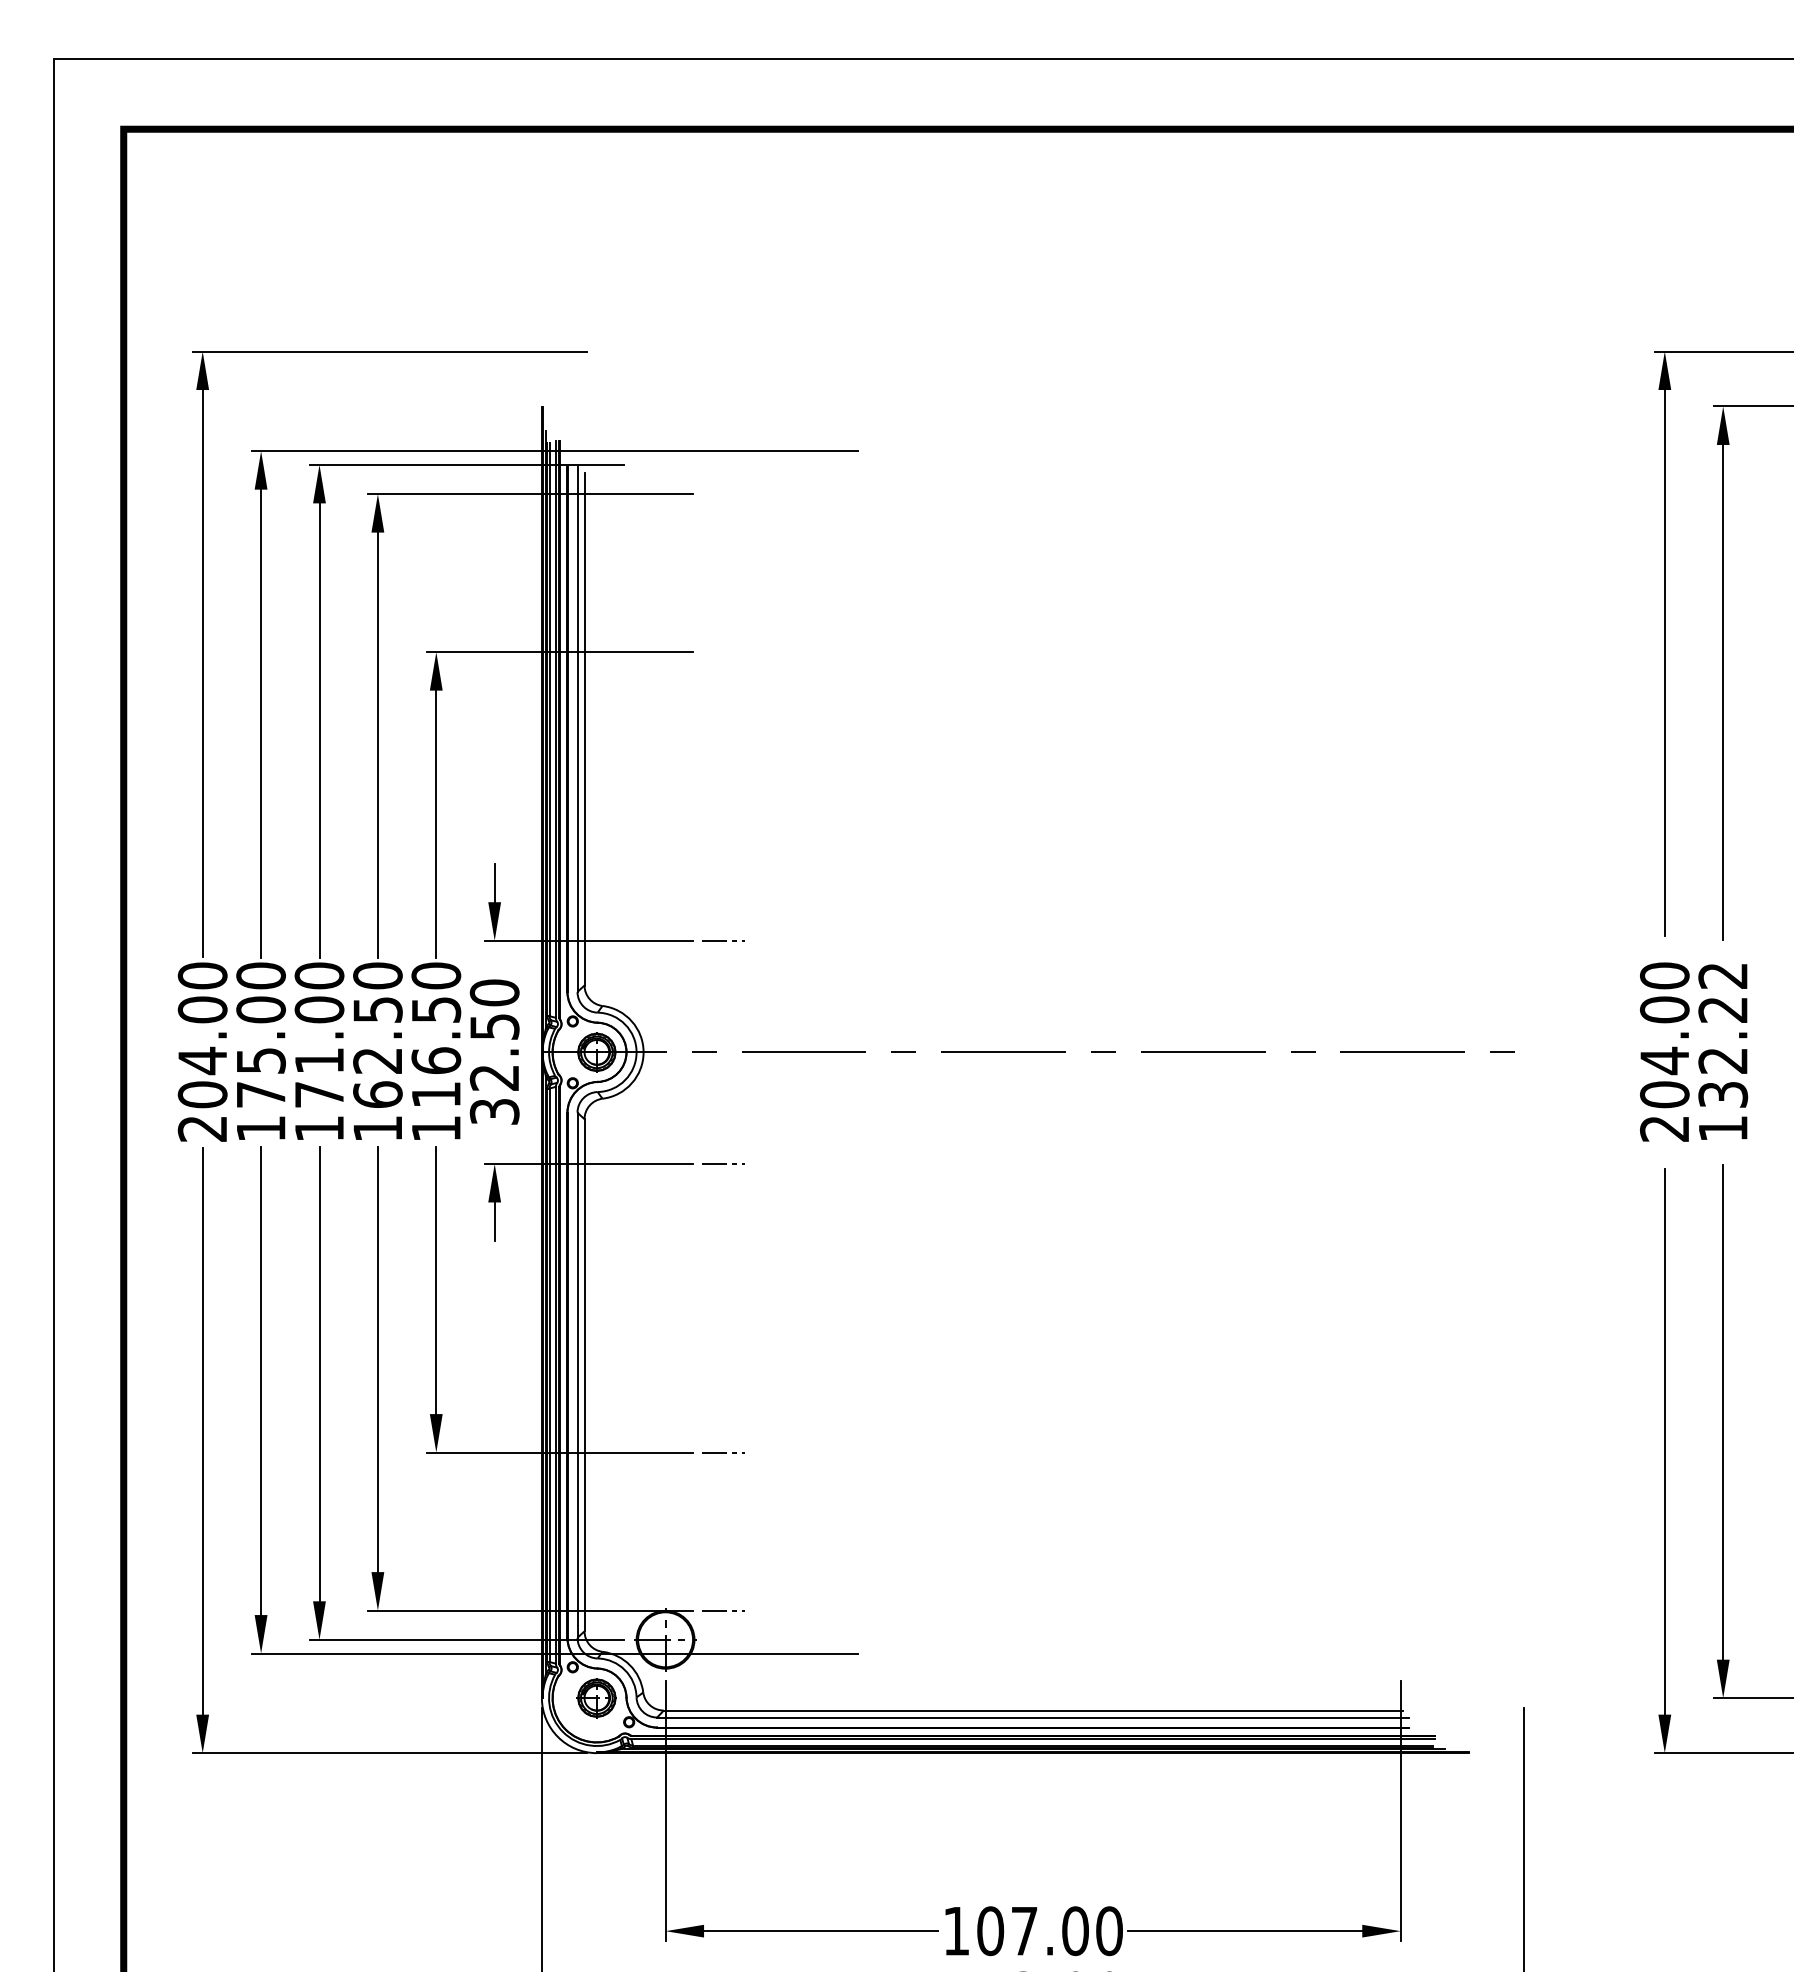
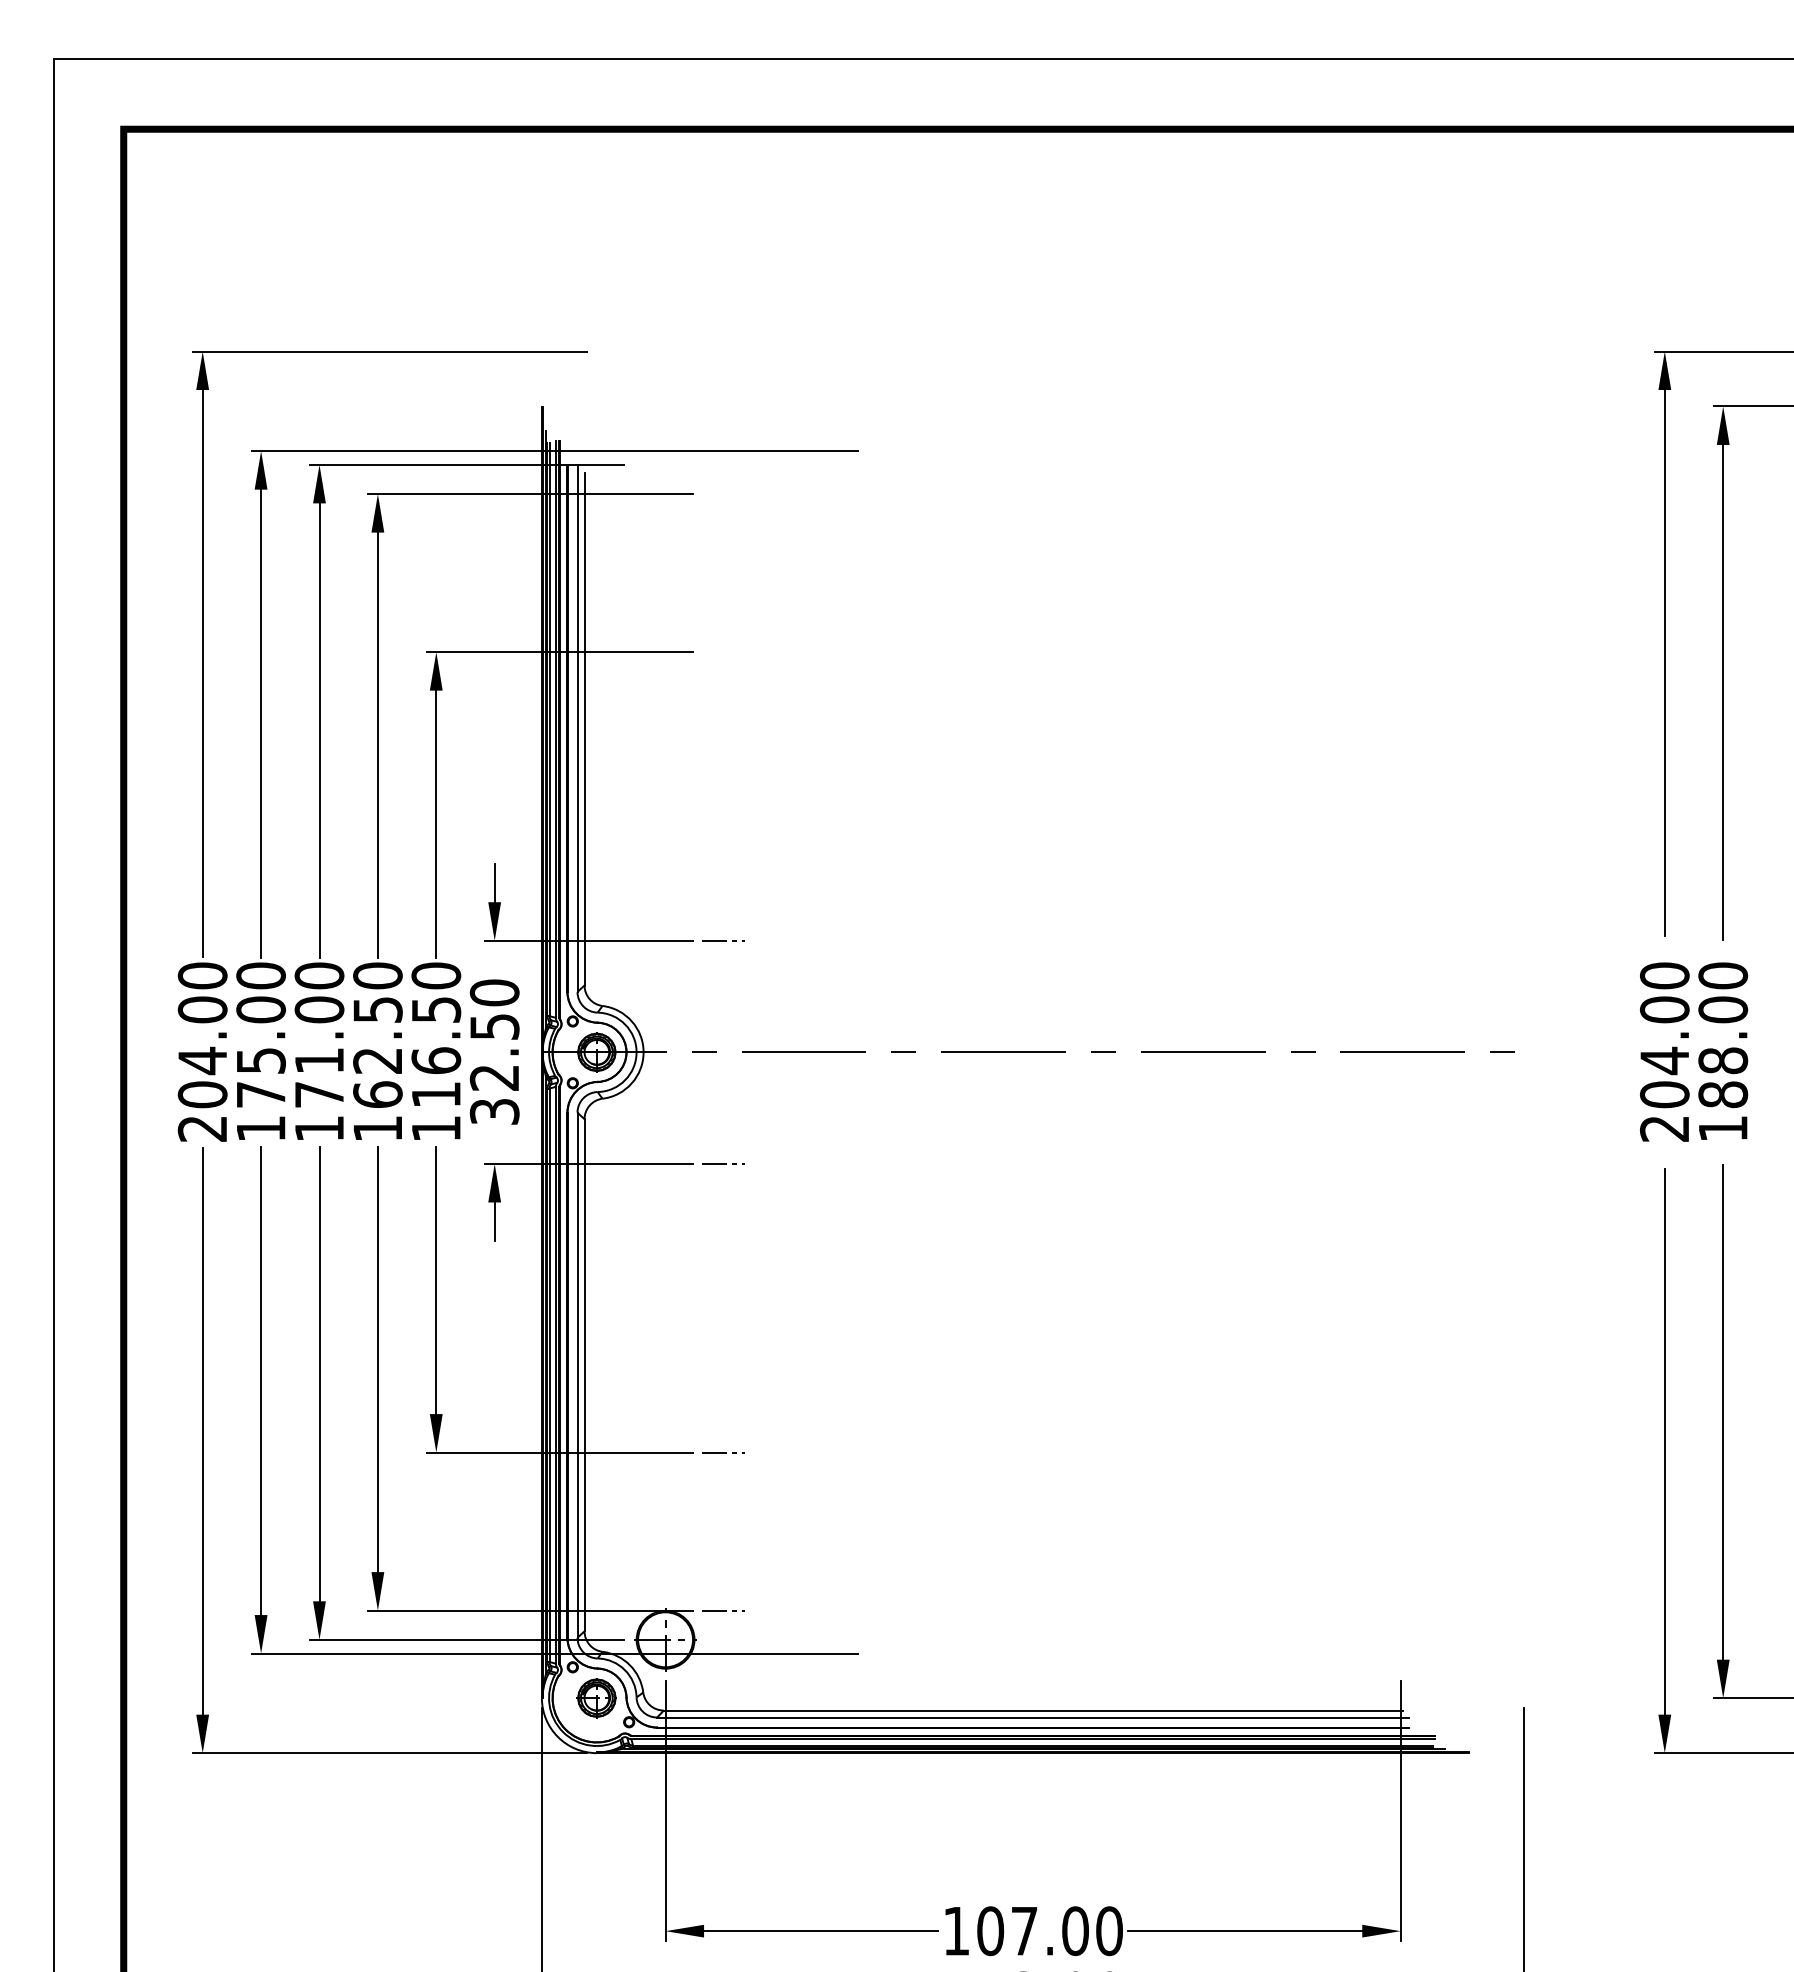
text at (1723, 1035): 132.22 -> 188.00
